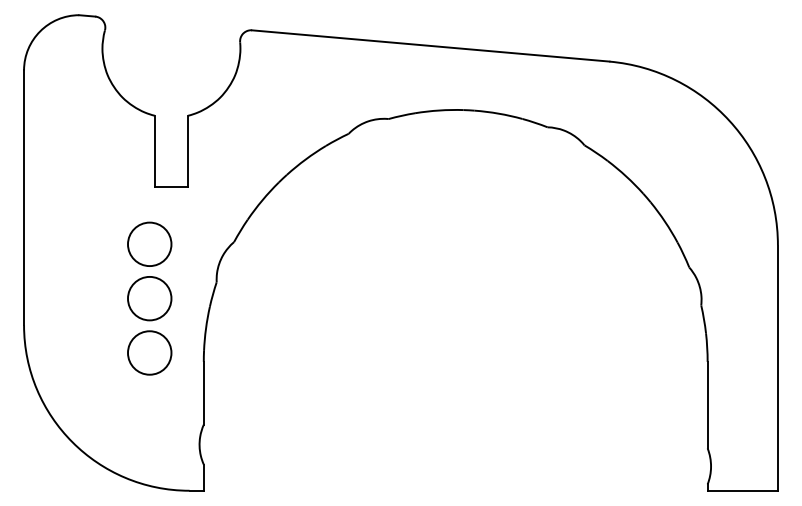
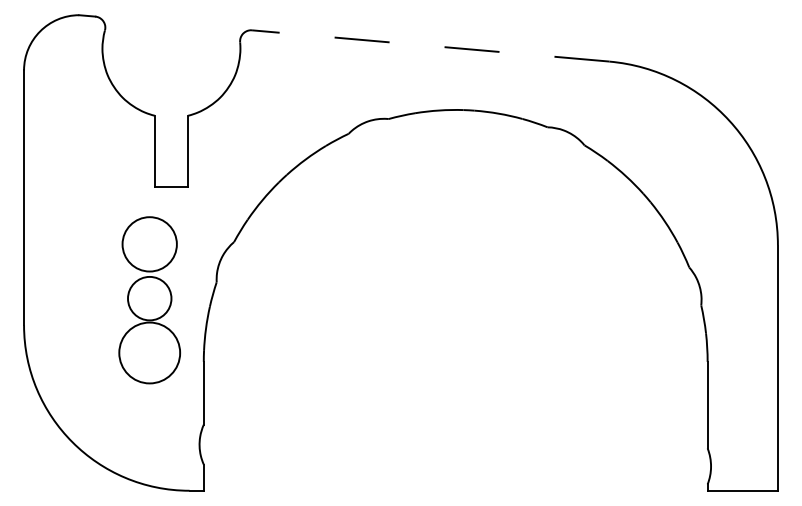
line at (430, 45): solid -> dashed
circle at (149, 244) diameter: 43 px -> 54 px
circle at (149, 352) diameter: 43 px -> 61 px
